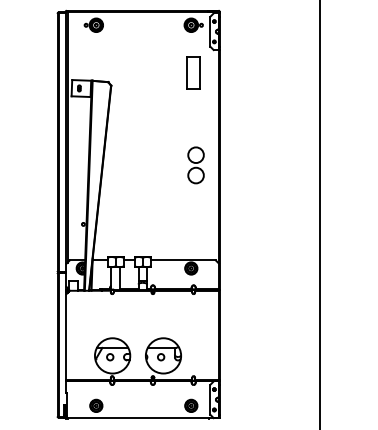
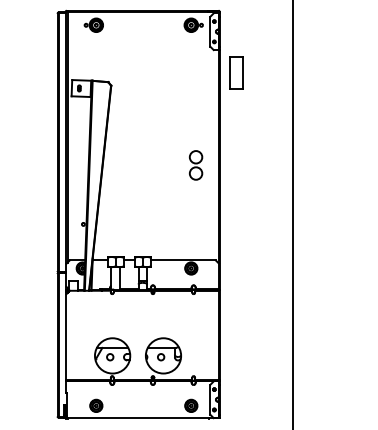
part at (193, 72) position: (193, 72) -> (236, 72)
part at (195, 165) size: 18x39 px -> 16x31 px
line at (320, 214) position: (320, 214) -> (293, 214)
